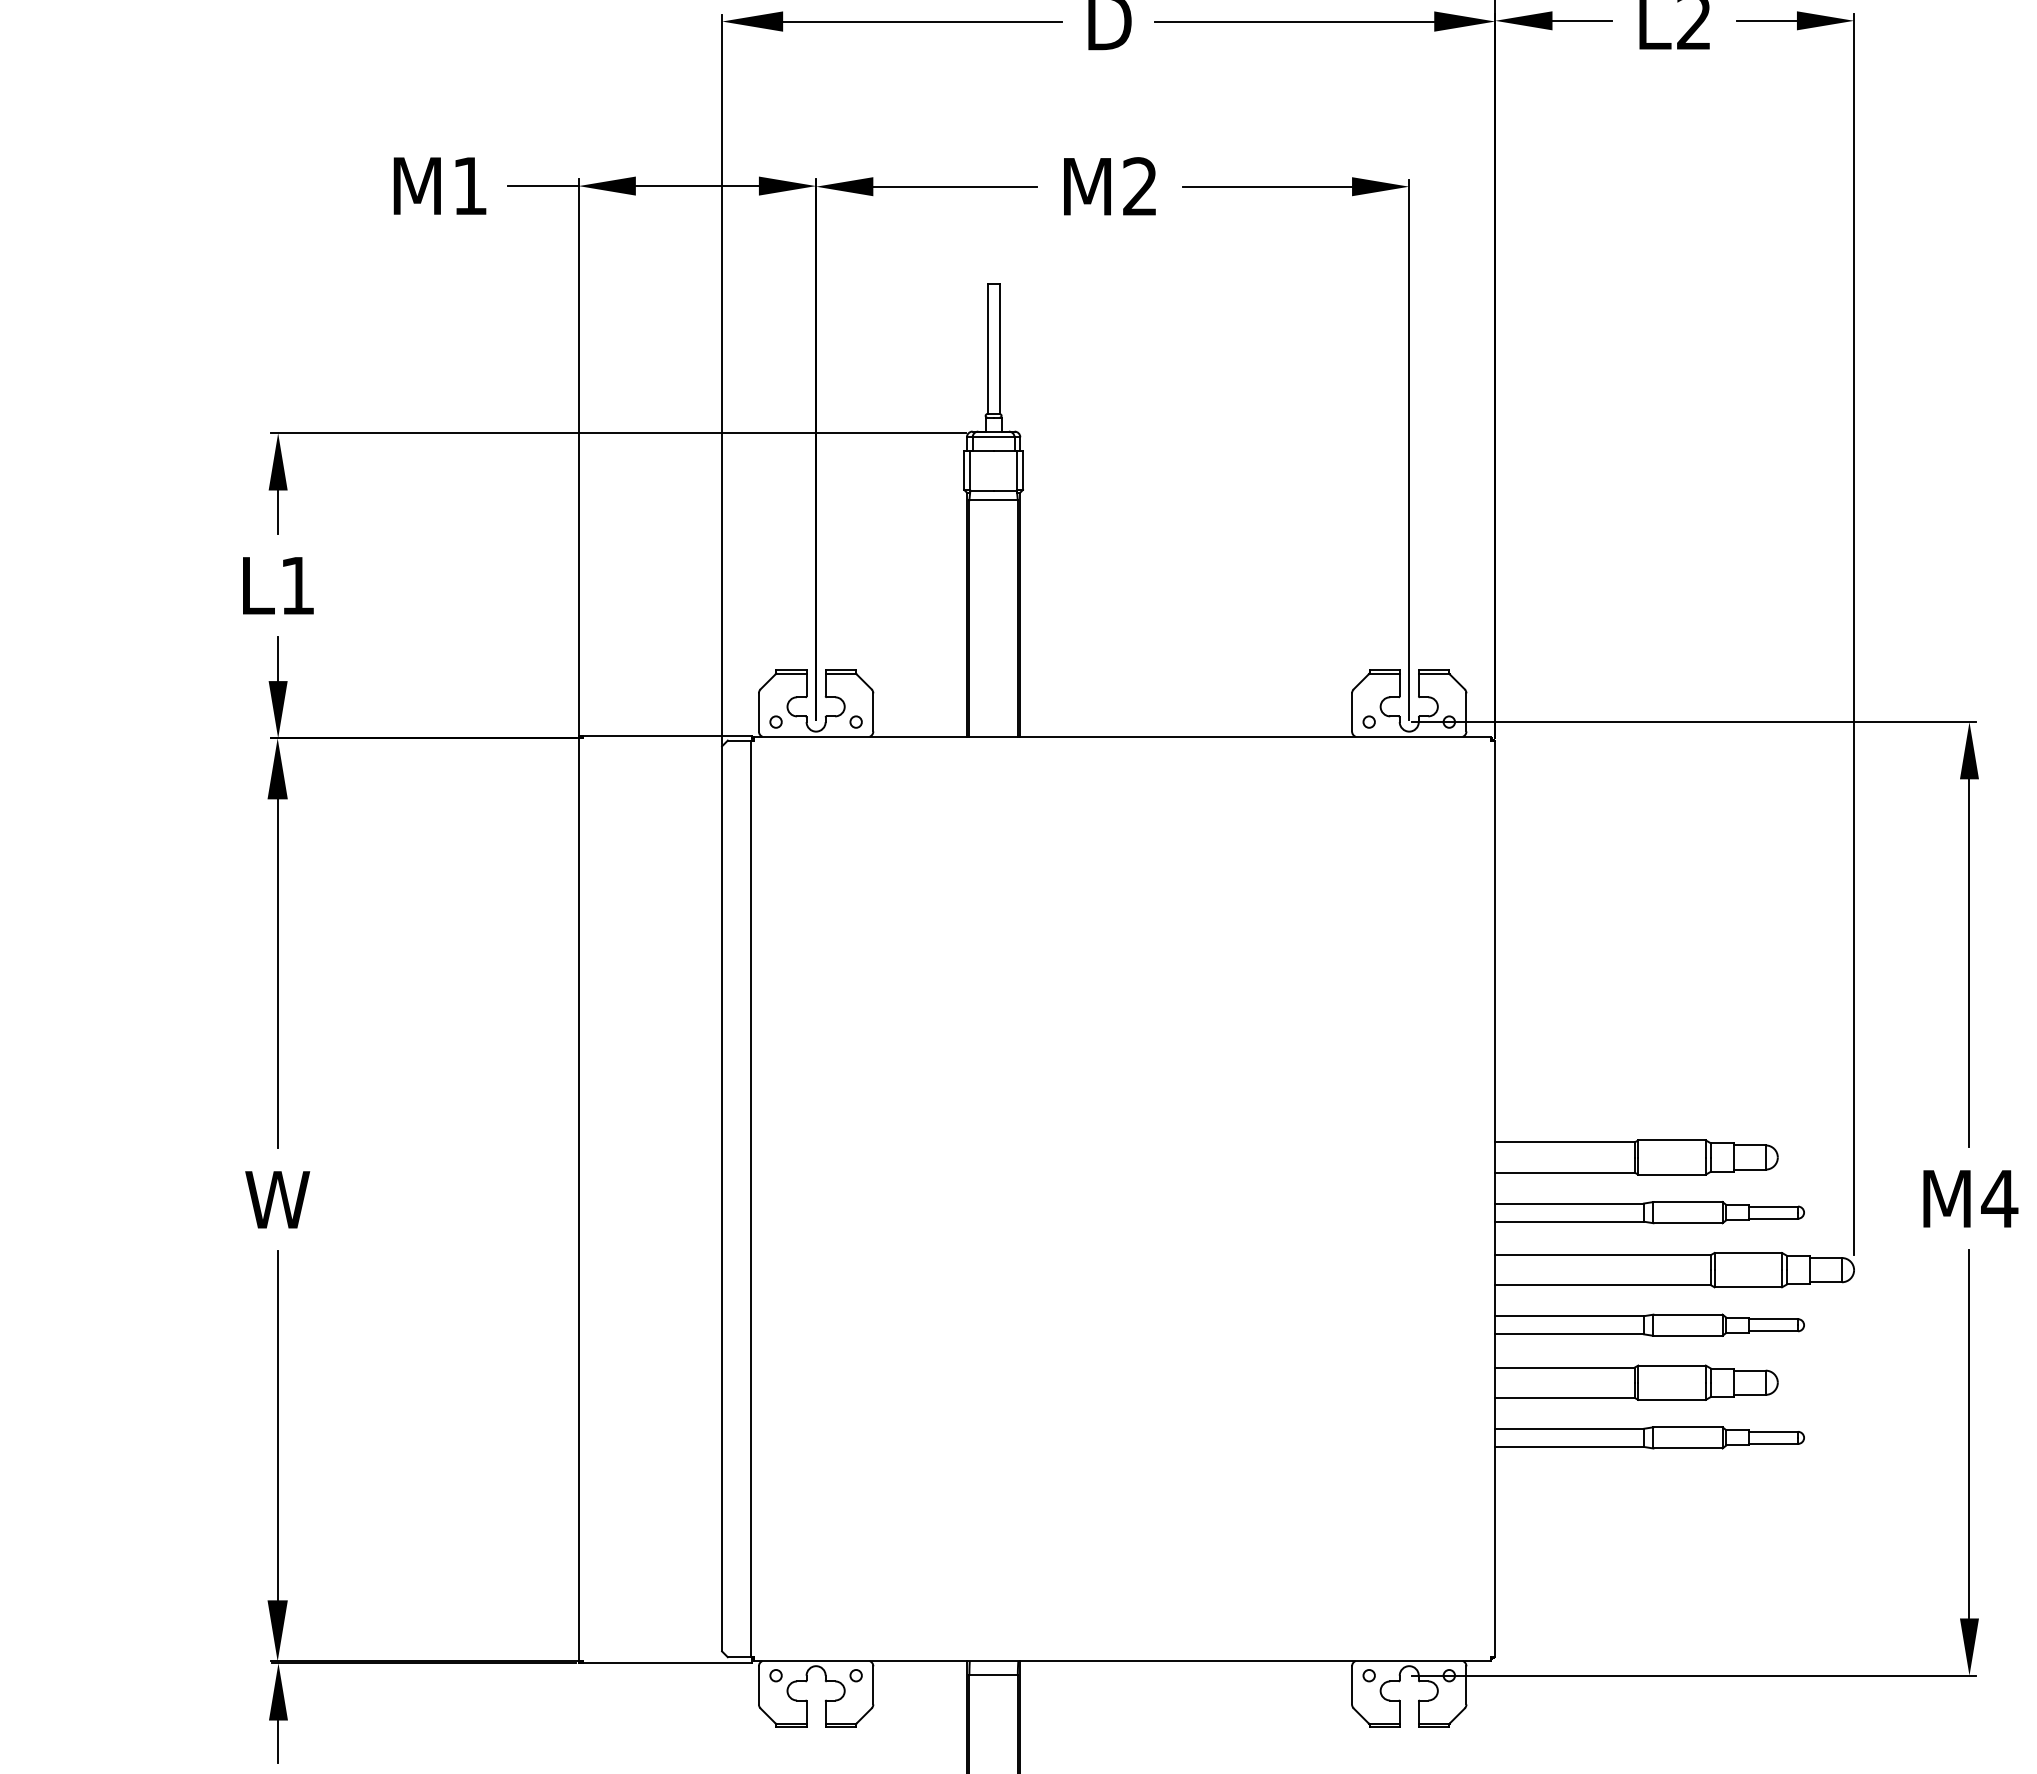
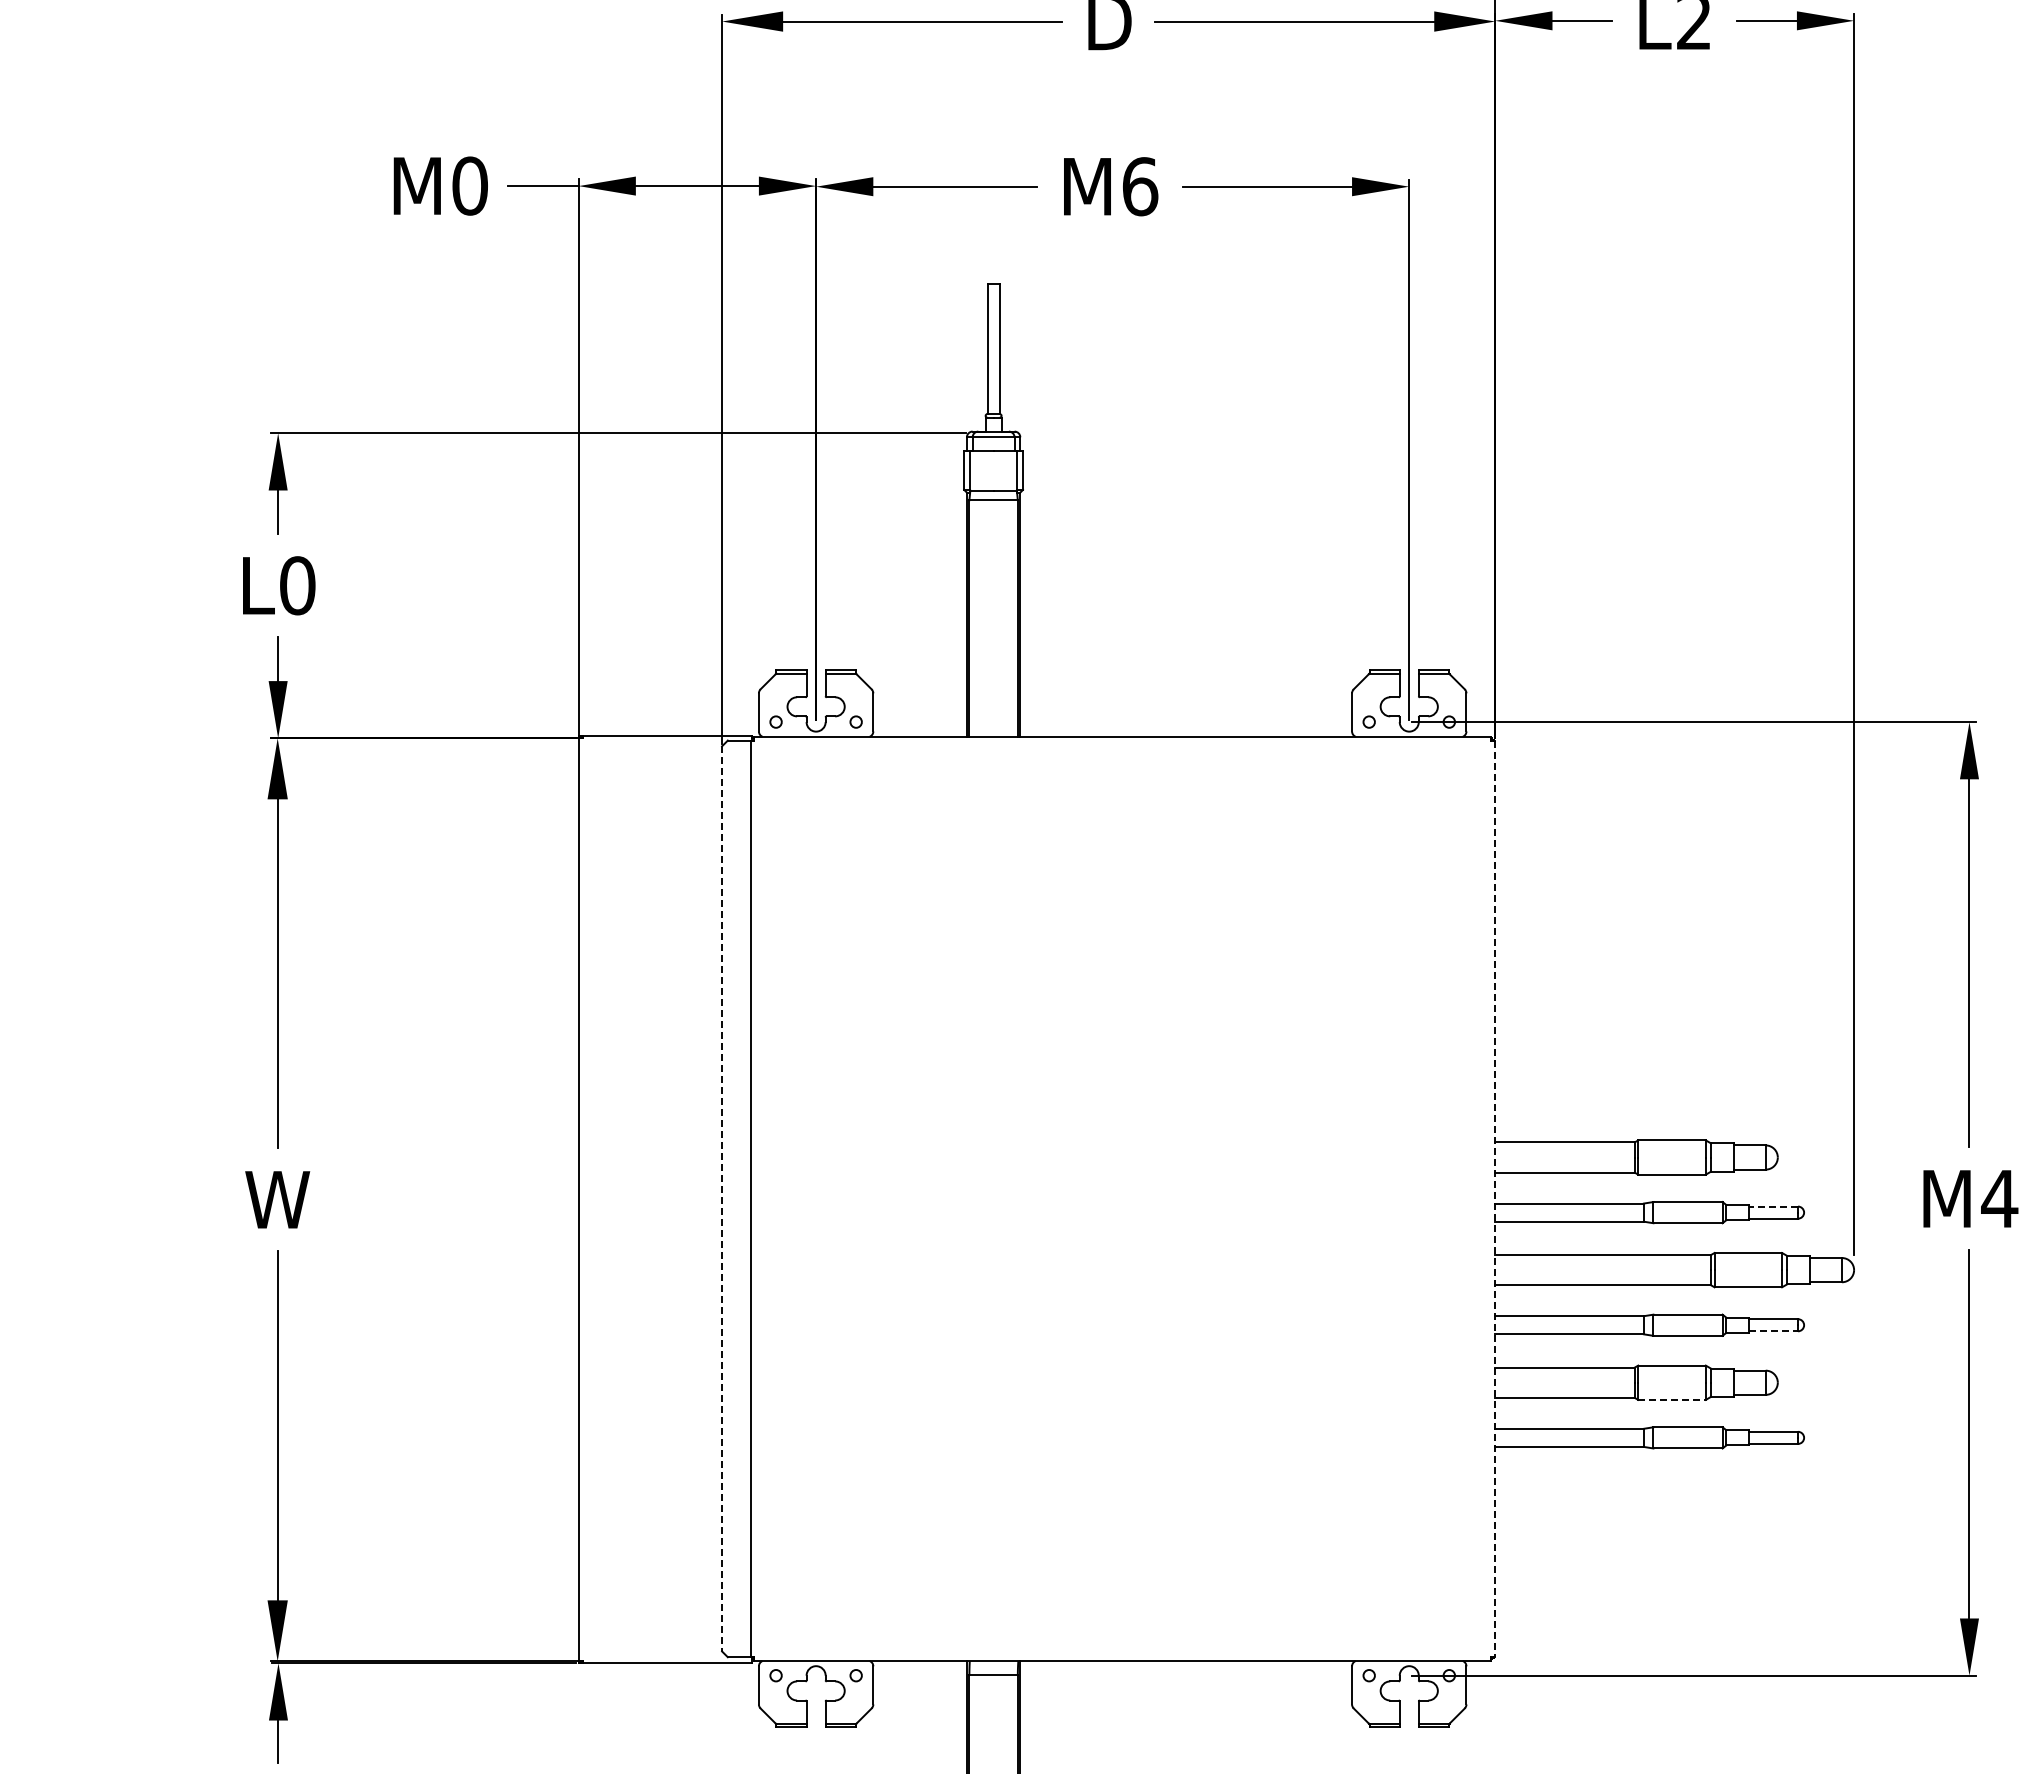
text at (469, 185): M1 -> M0
text at (1140, 186): M2 -> M6
text at (297, 585): L1 -> L0
line at (722, 1198): solid -> dashed
line at (1495, 1199): solid -> dashed
line at (1773, 1206): solid -> dashed
line at (1774, 1331): solid -> dashed
line at (1672, 1399): solid -> dashed
